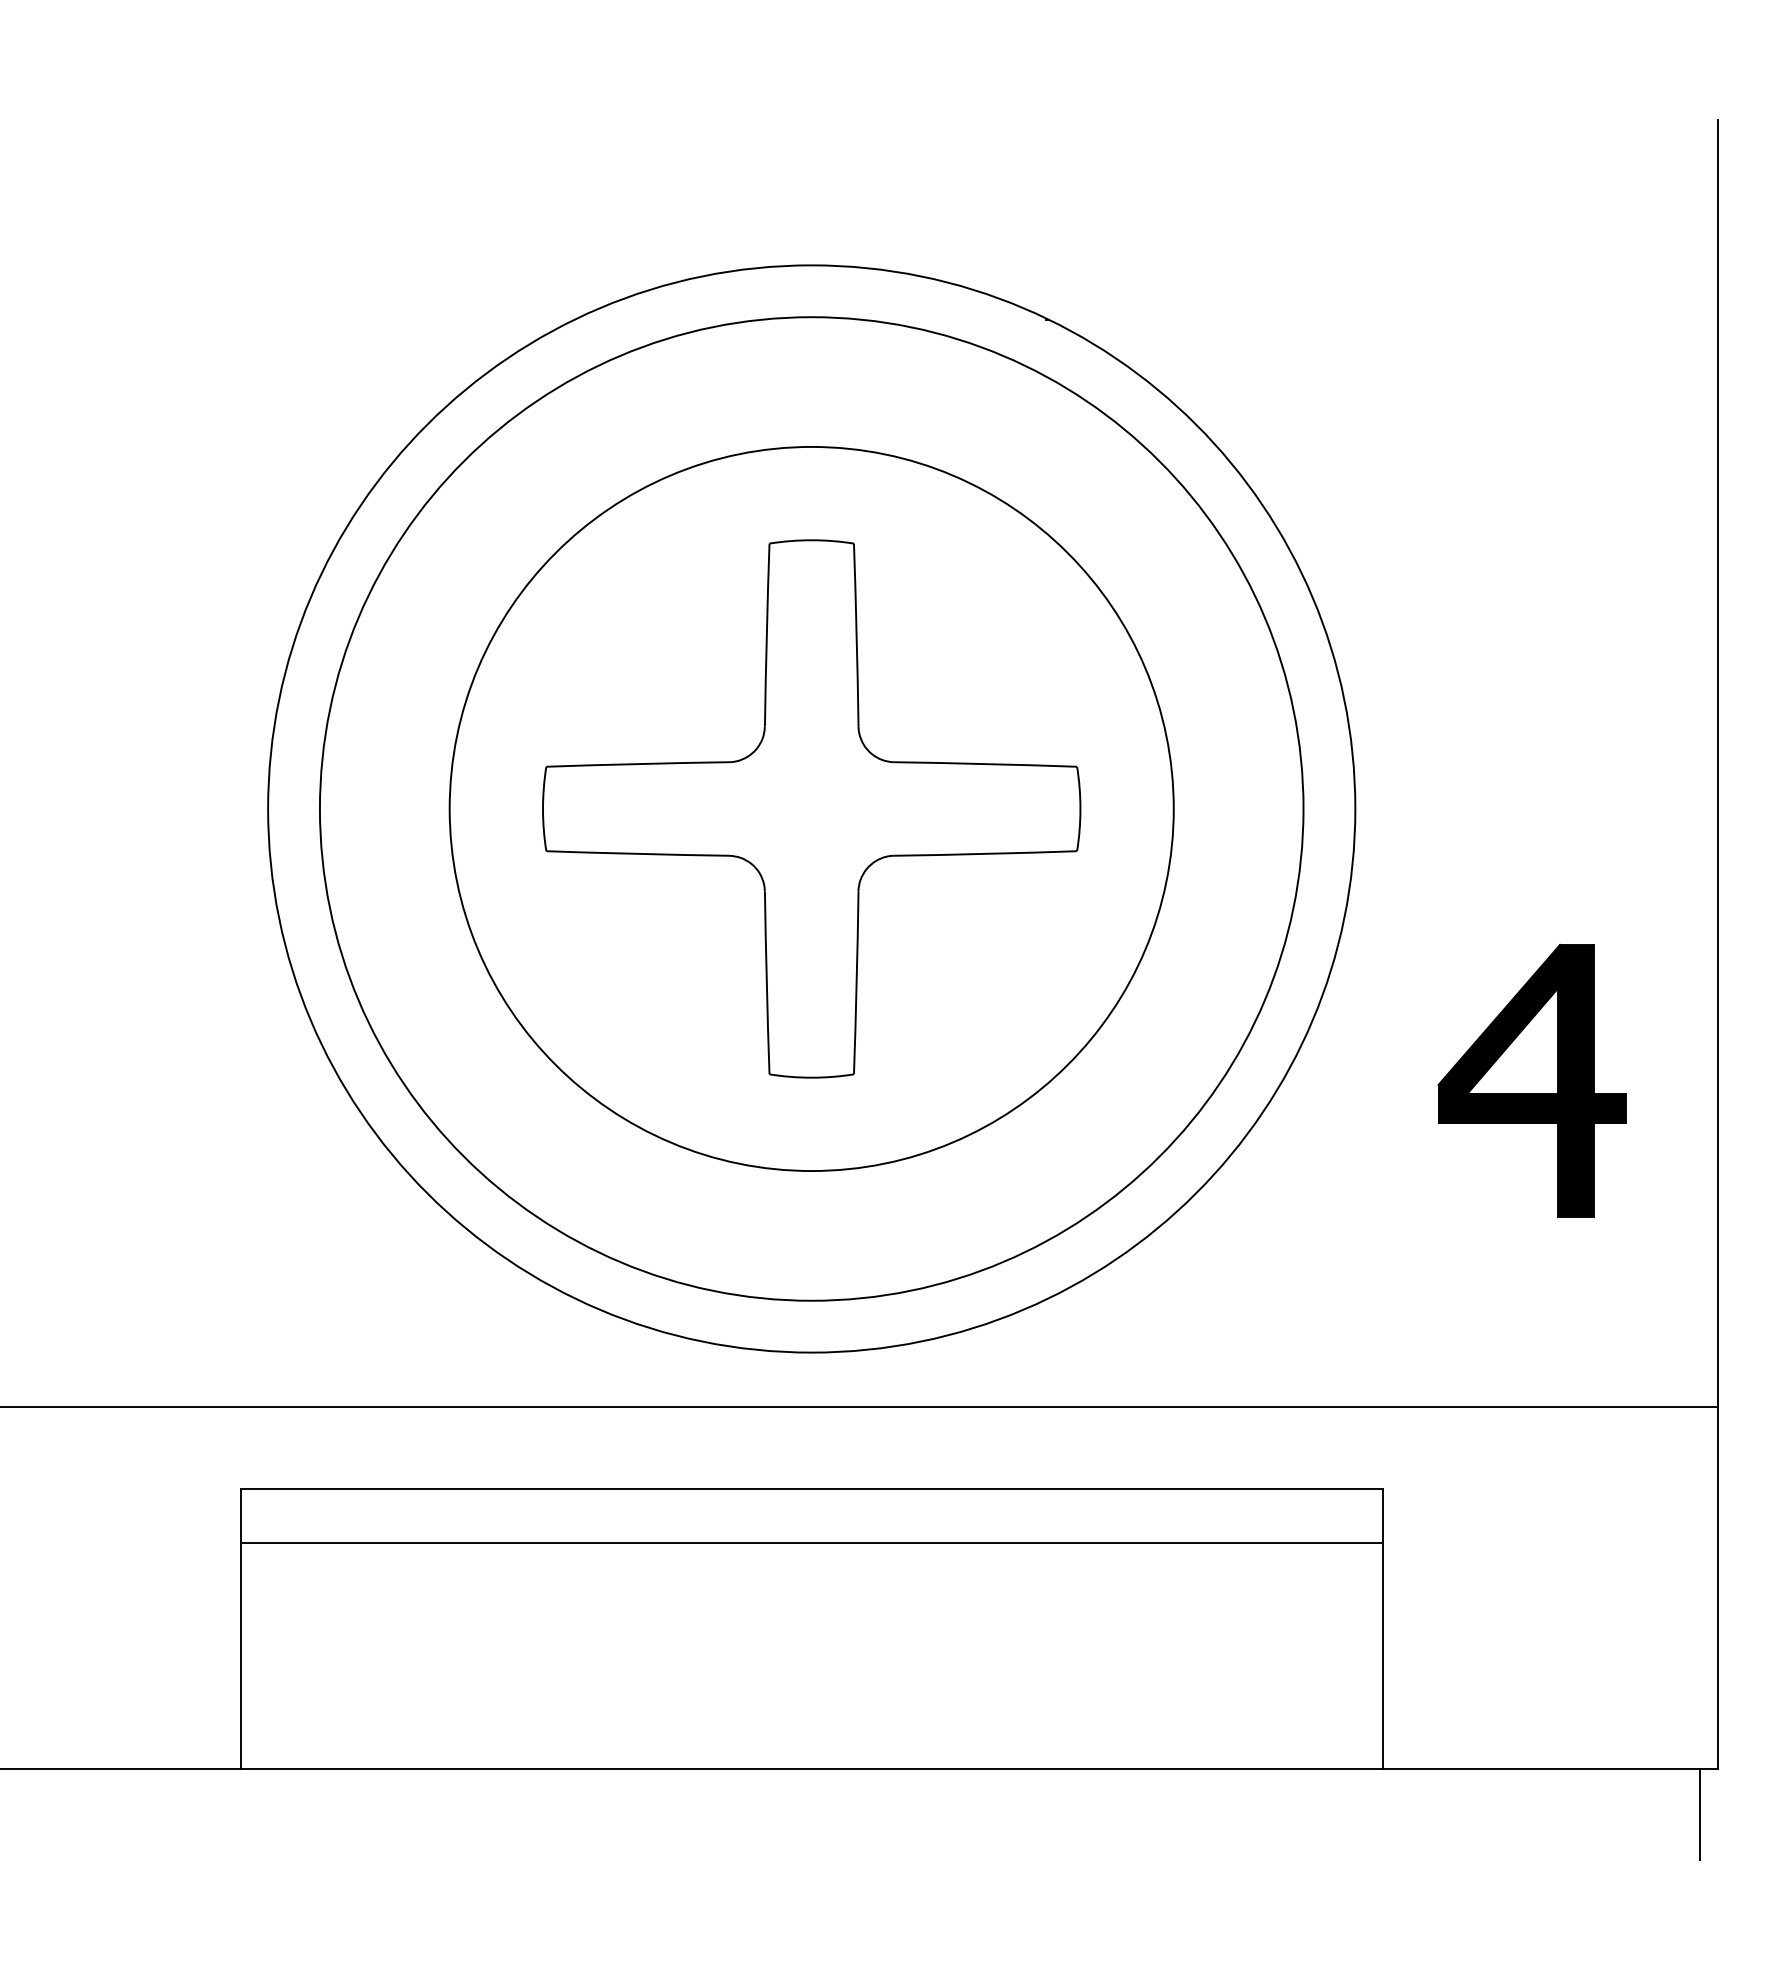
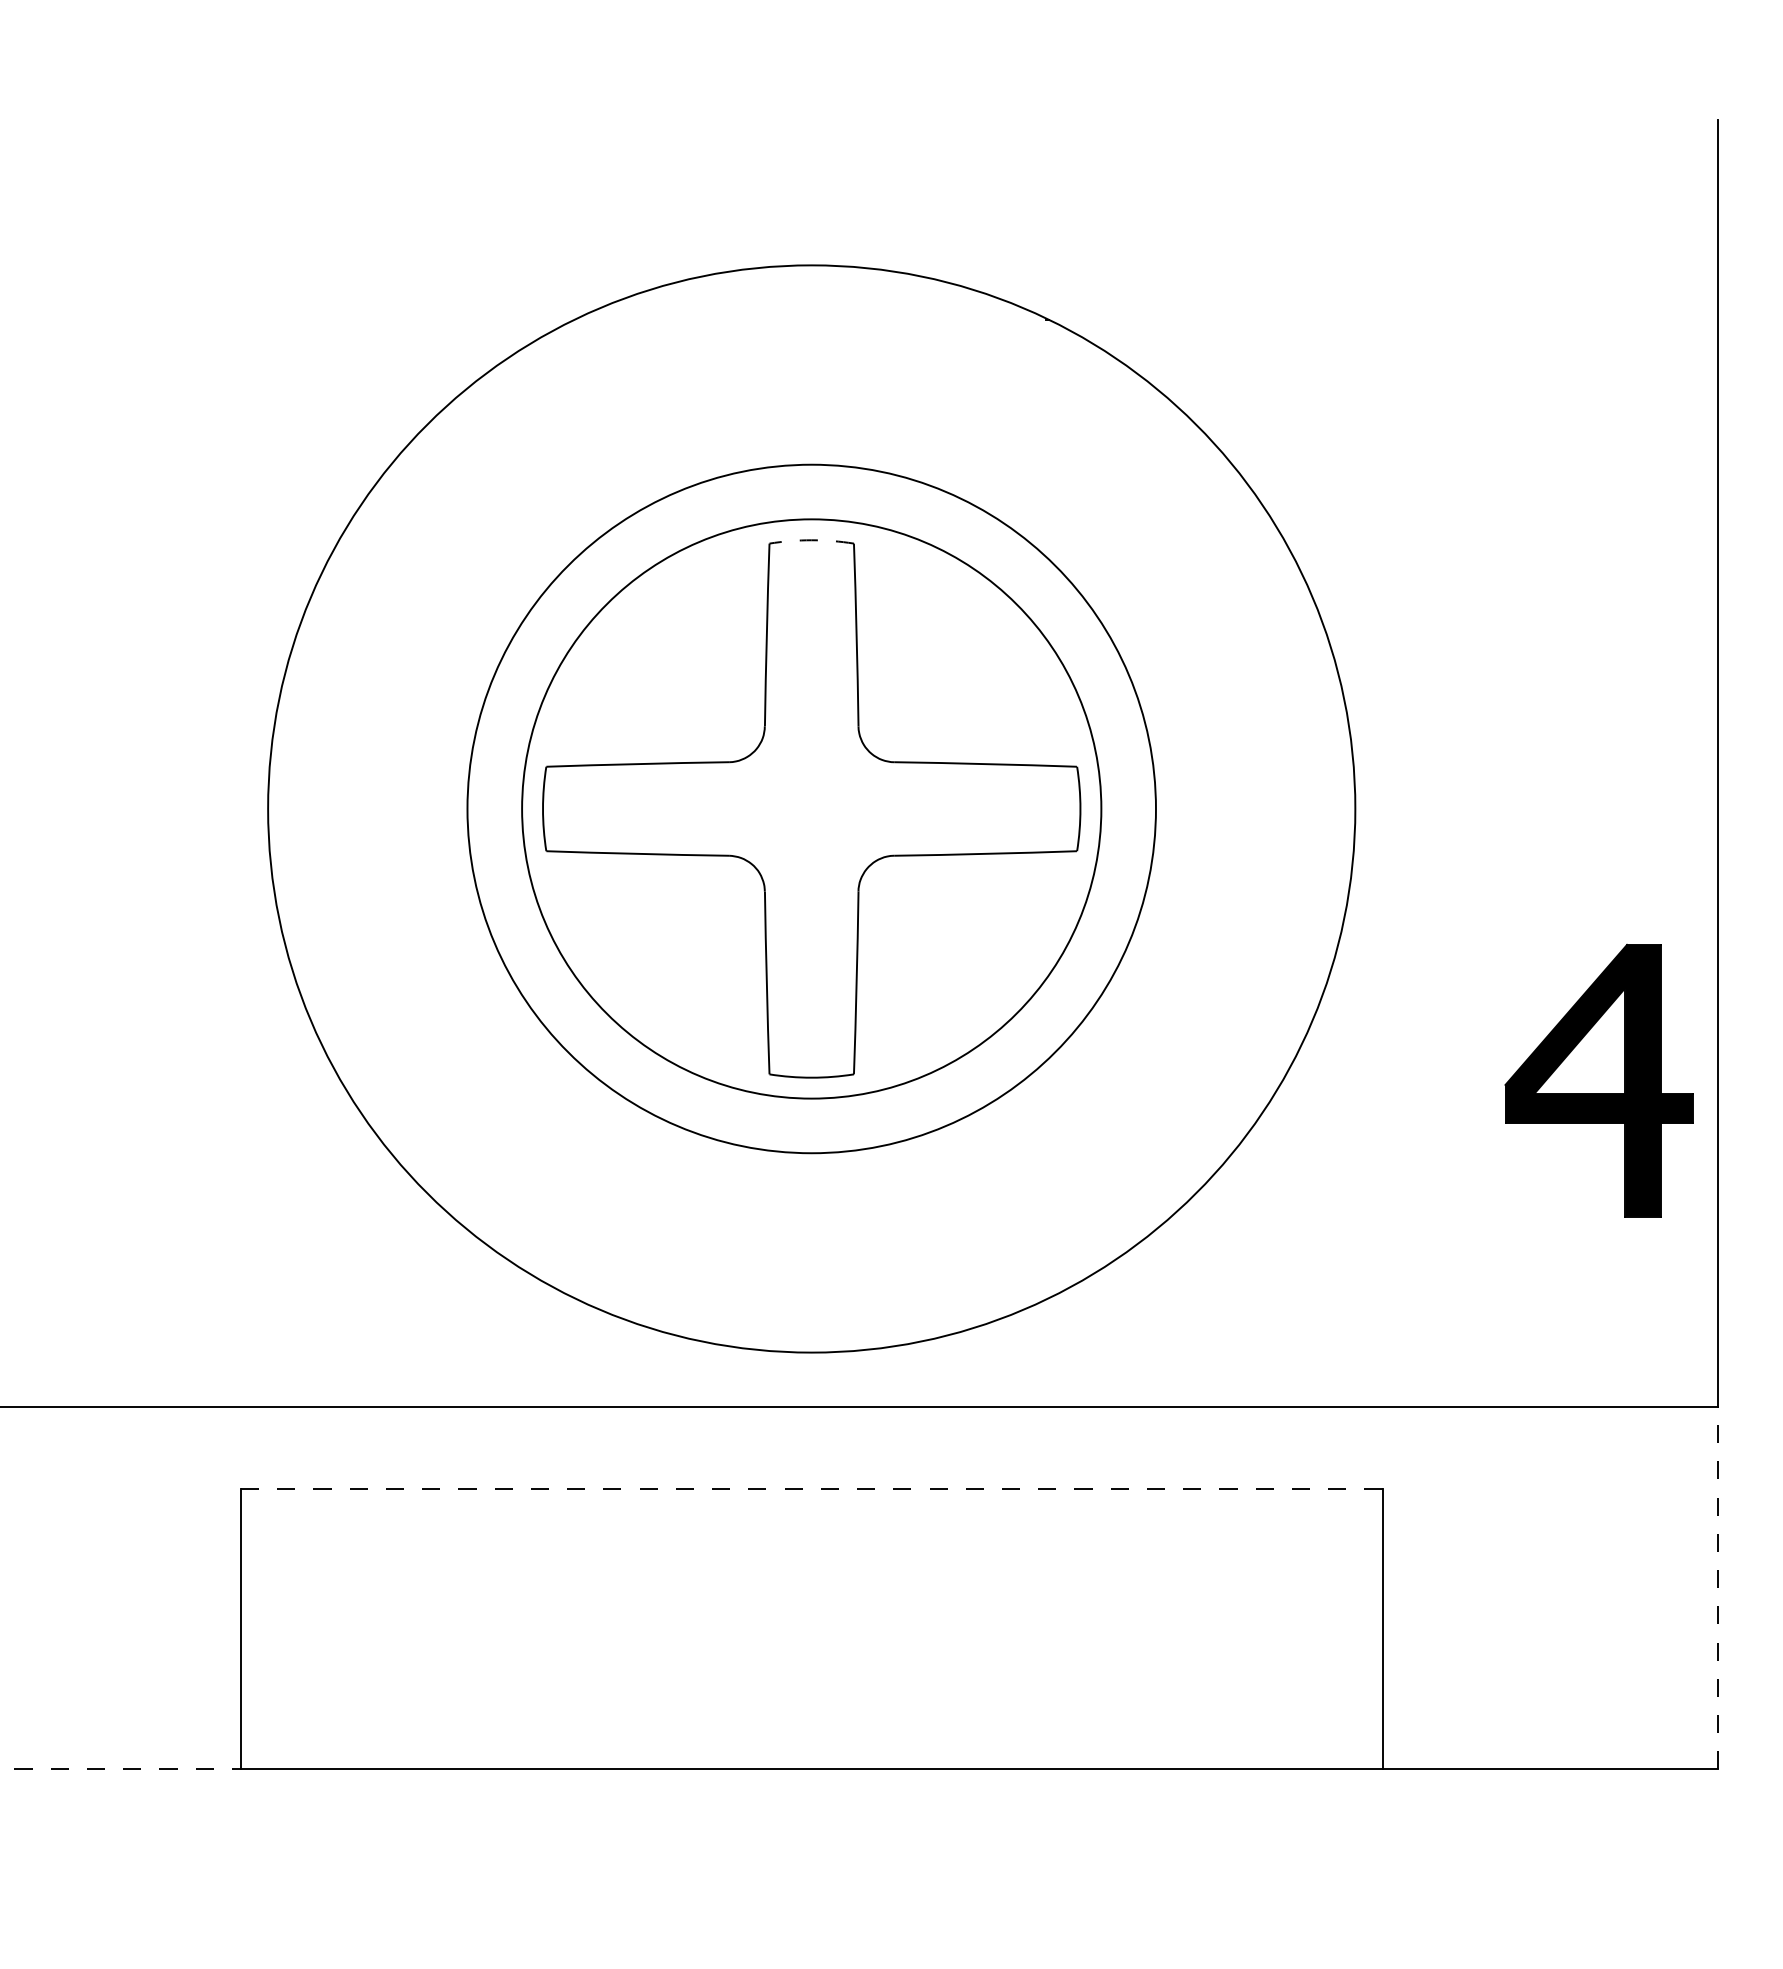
arc at (811, 540): solid -> dashed
circle at (811, 808) diameter: 724 px -> 579 px
circle at (811, 808) diameter: 984 px -> 688 px
part at (1531, 1080) position: (1531, 1080) -> (1598, 1080)
line at (811, 1488): solid -> dashed
line at (811, 1542): present -> none
line at (1717, 1587): solid -> dashed
line at (121, 1769): solid -> dashed
line at (1699, 1814): present -> none
